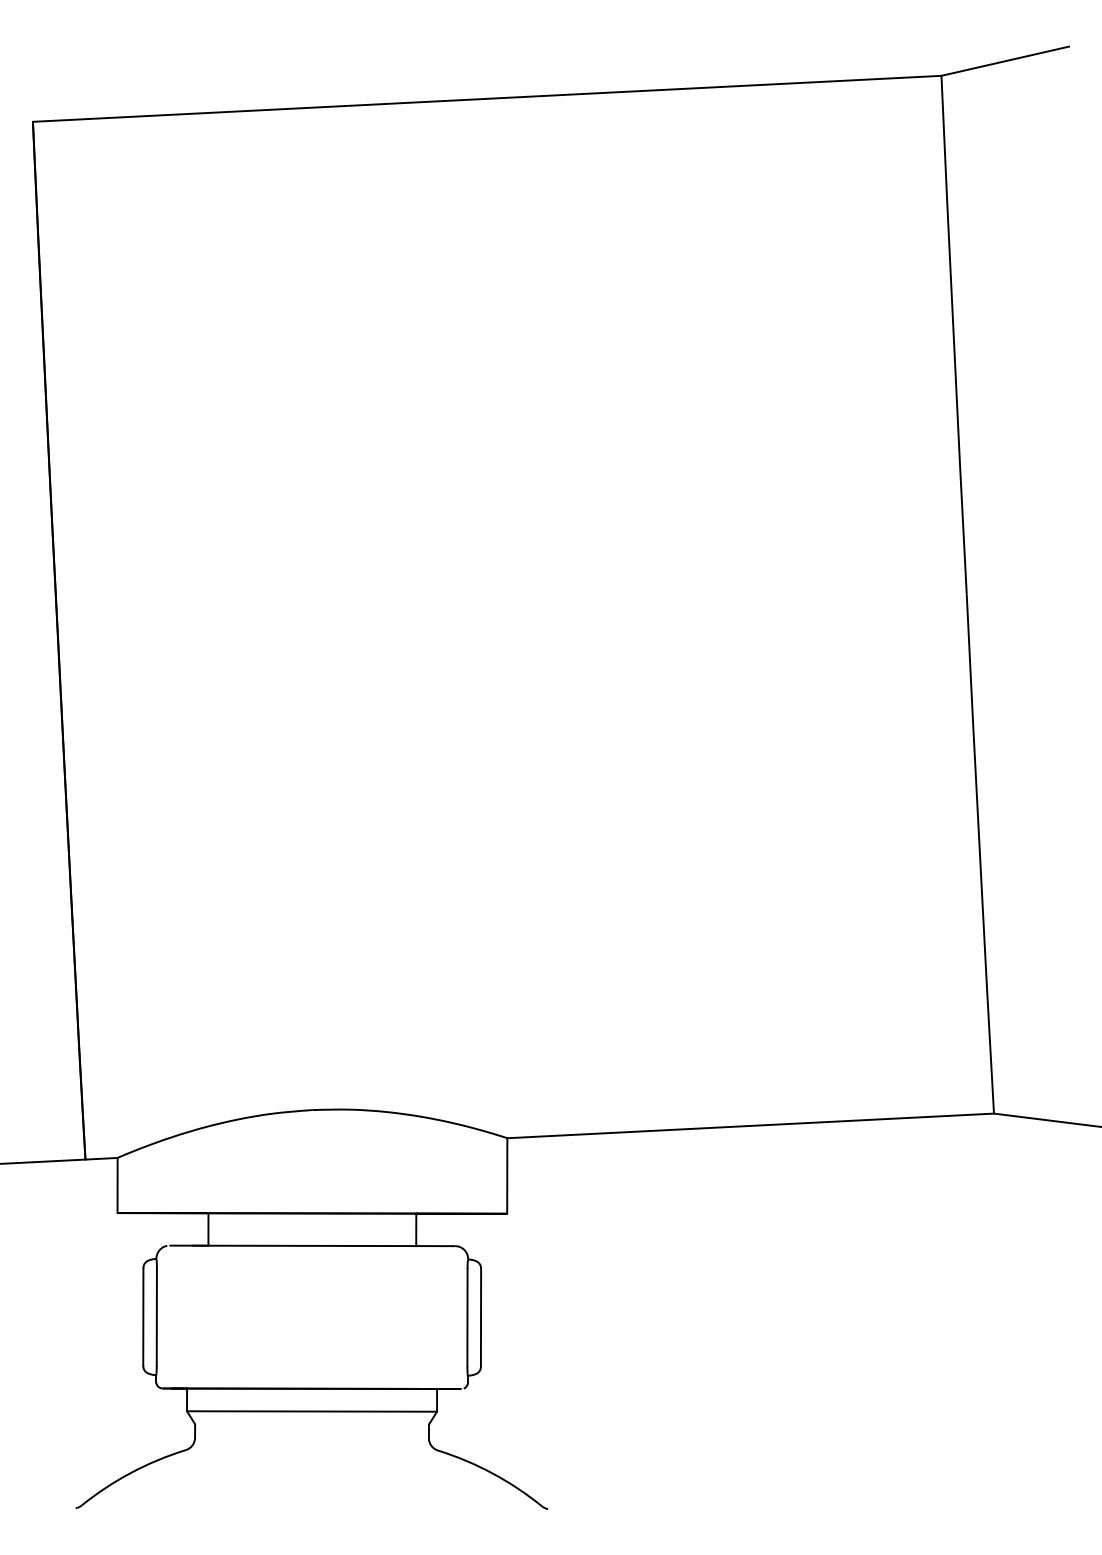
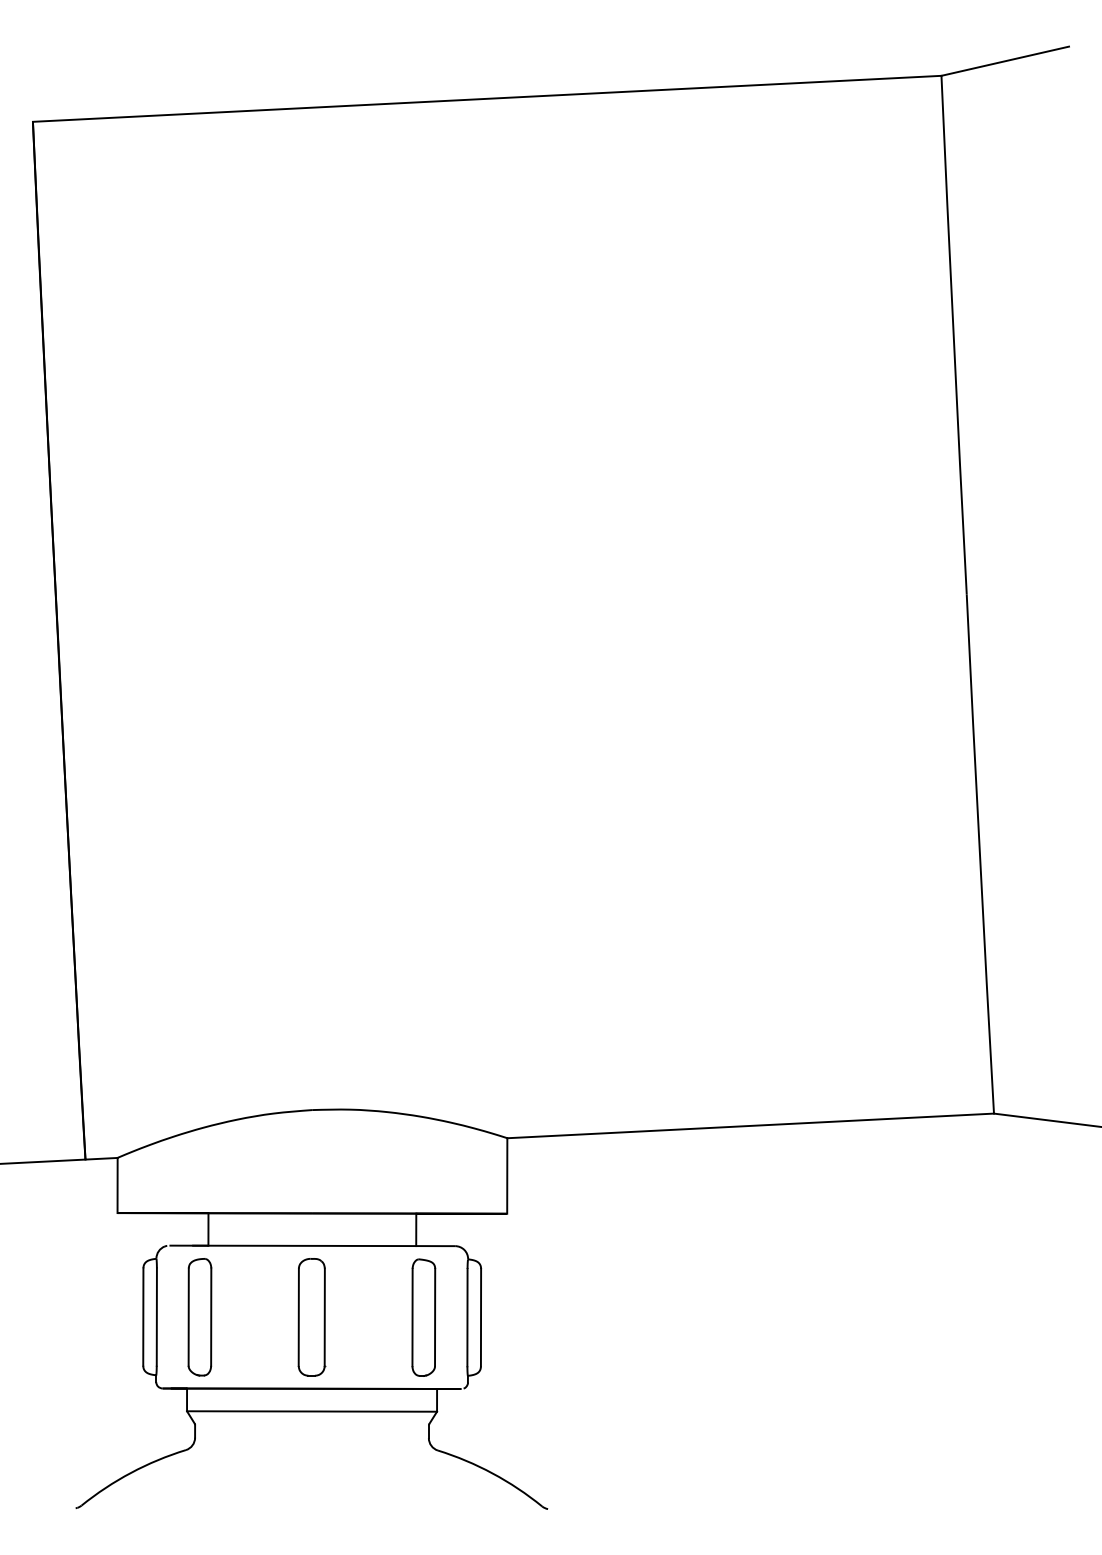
part at (199, 1317): none -> present
part at (311, 1317): none -> present
part at (423, 1317): none -> present
